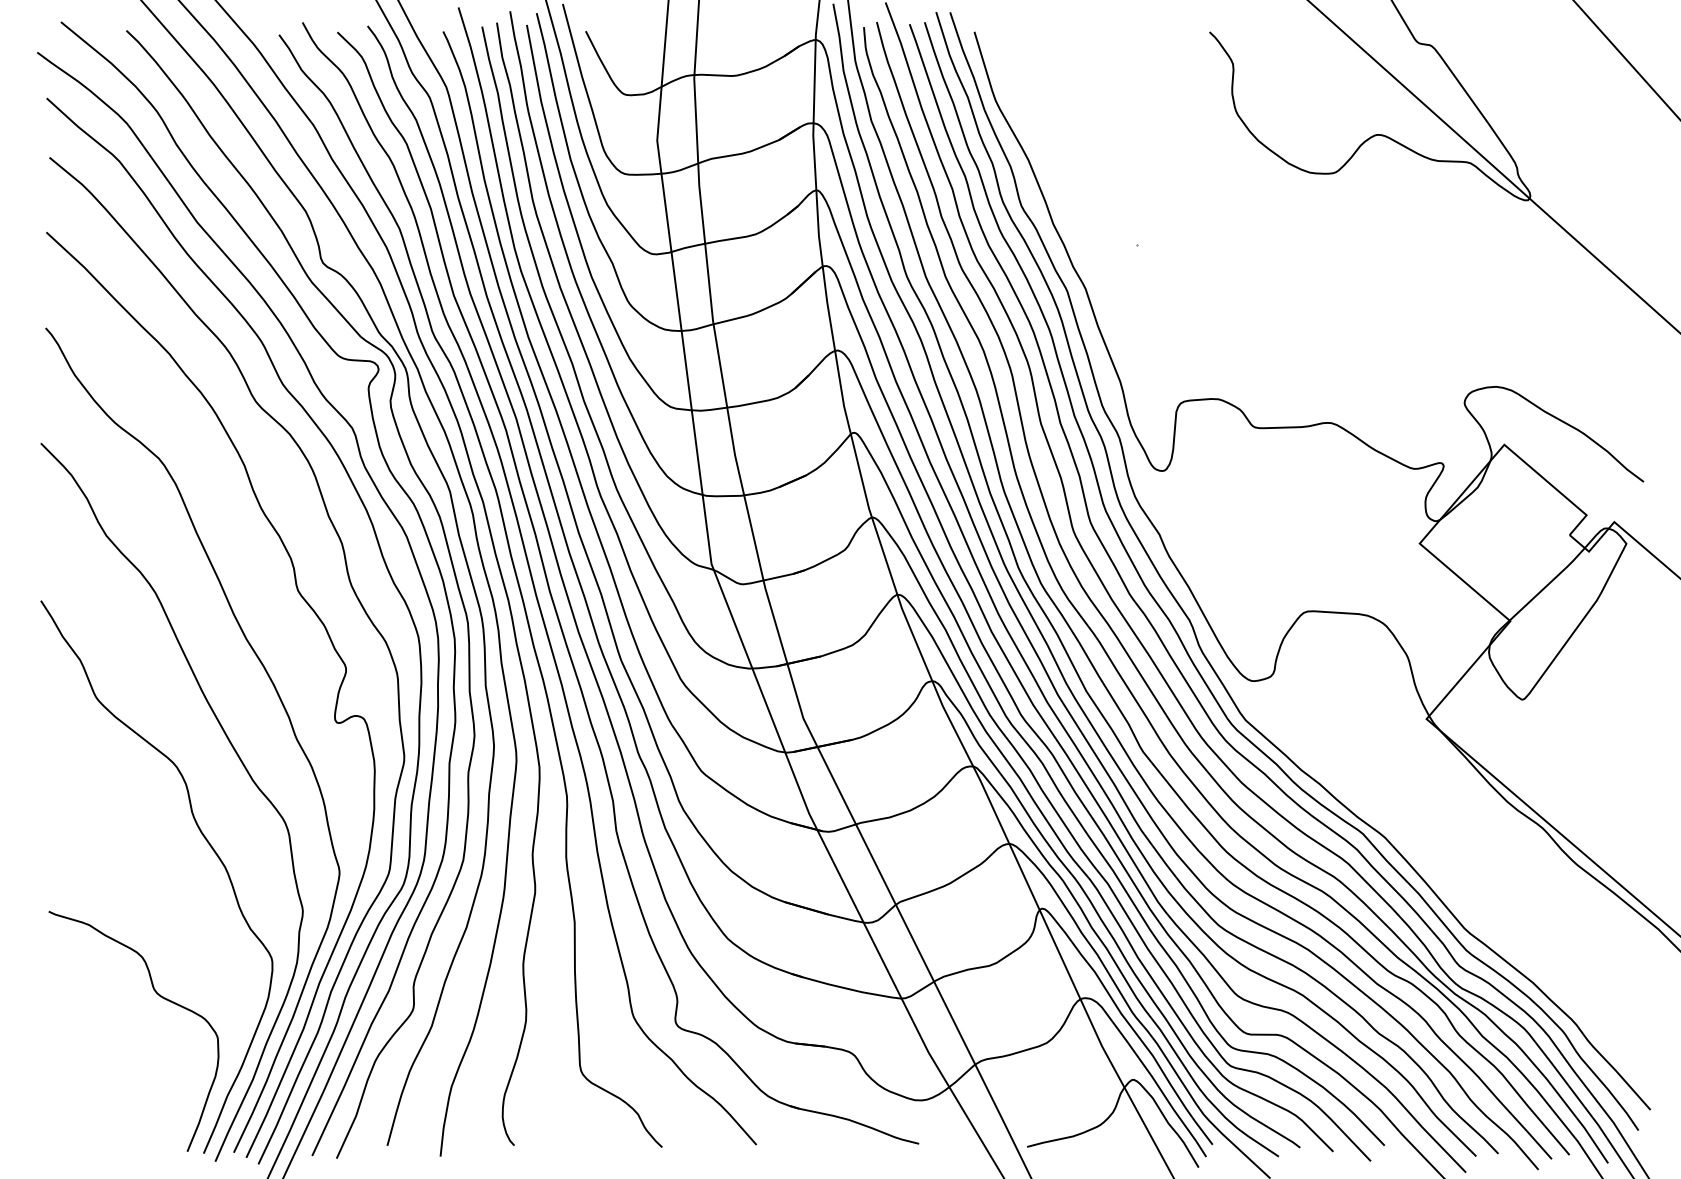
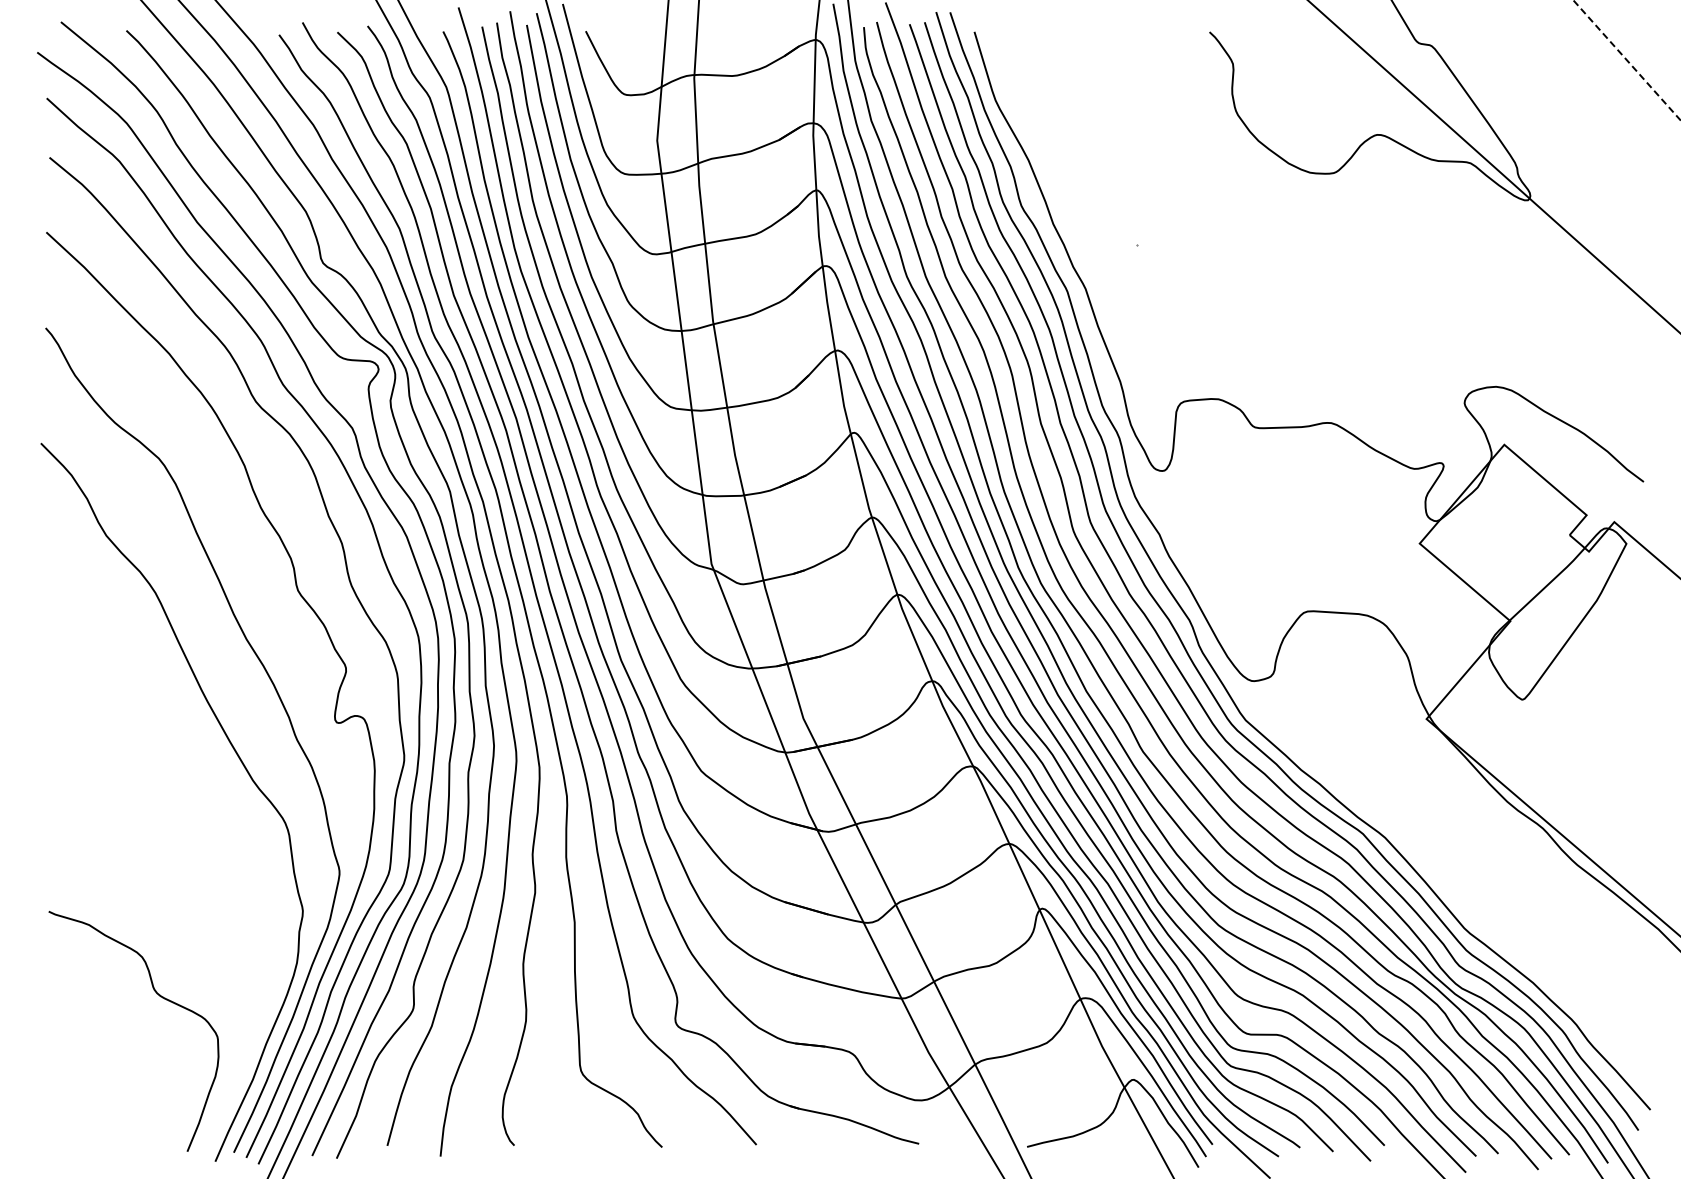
line at (1627, 60): solid -> dashed
curve at (206, 841): present -> none
